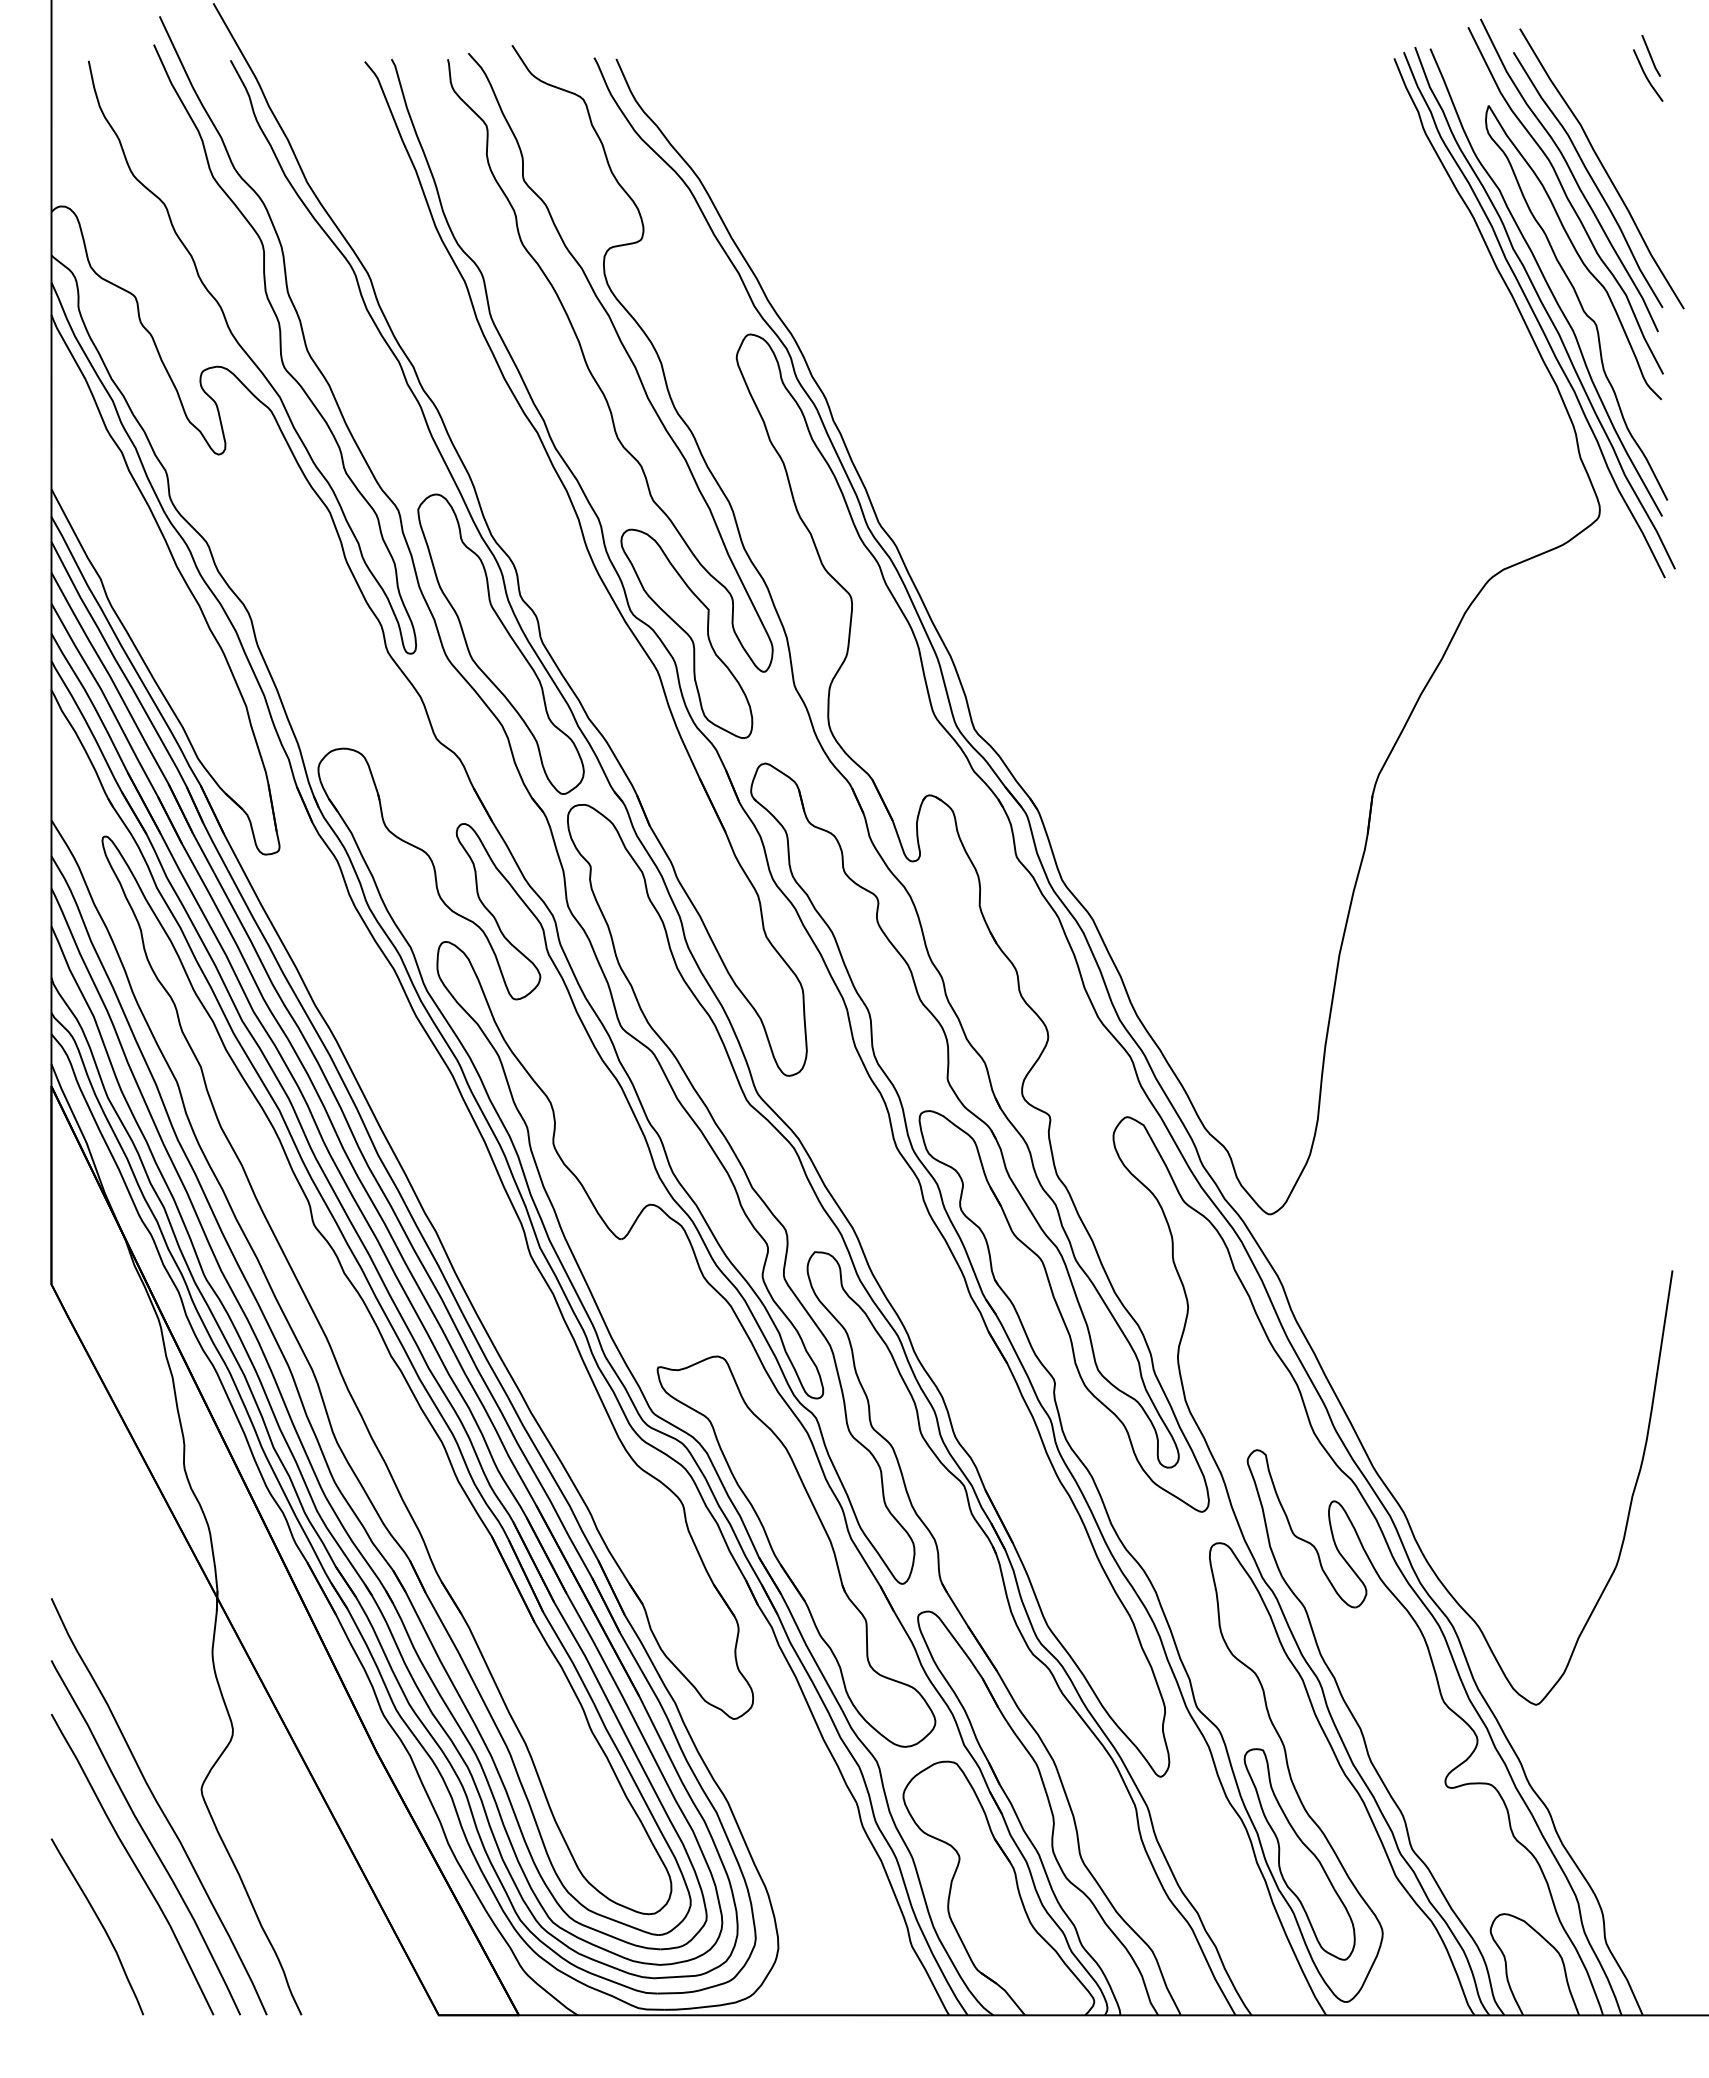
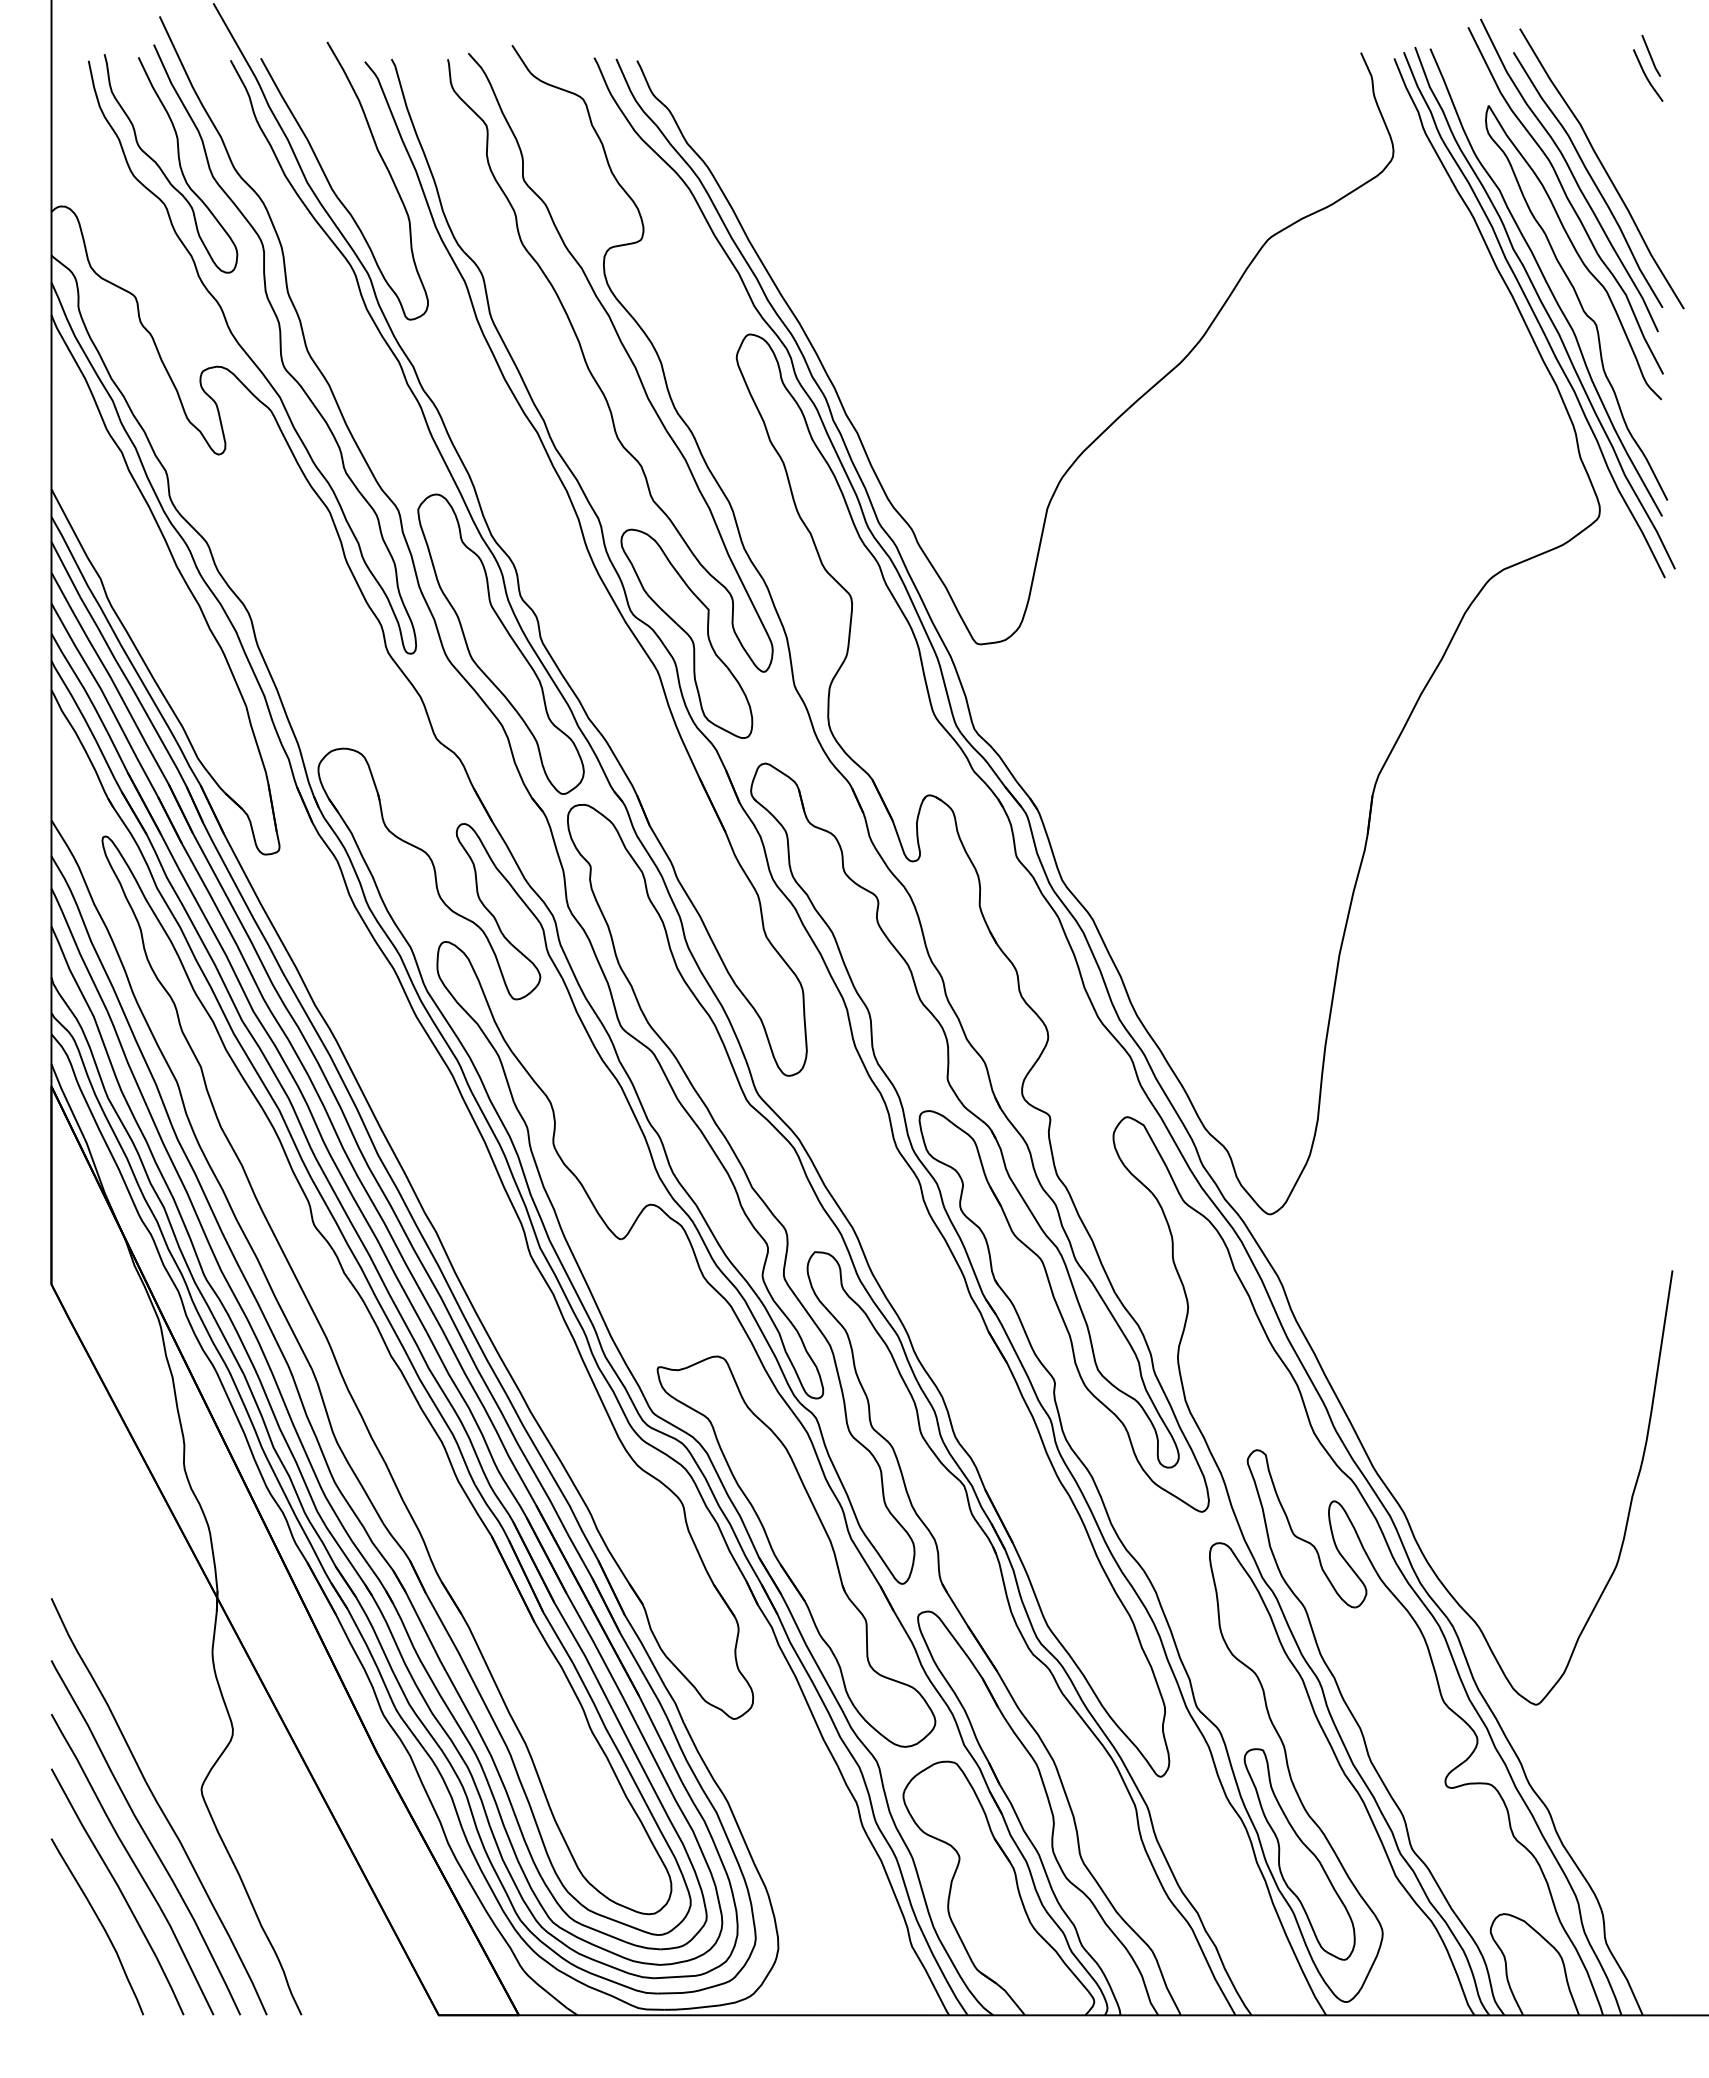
curve at (178, 162): none -> present
curve at (332, 187): none -> present
curve at (1100, 433): none -> present
curve at (119, 1891): none -> present
